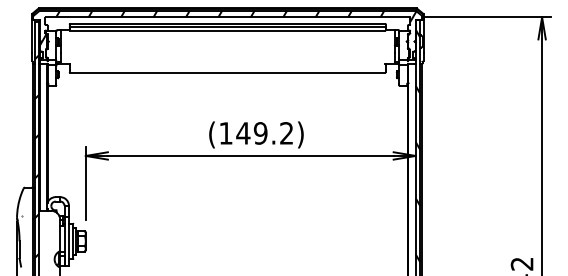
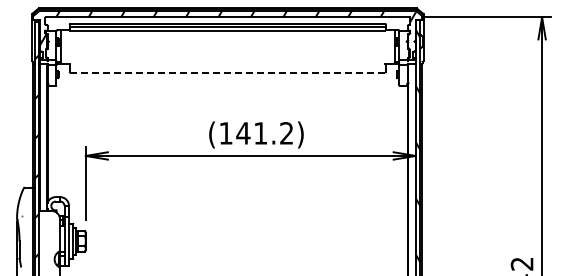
line at (228, 72): solid -> dashed
text at (260, 133): (149.2) -> (141.2)
